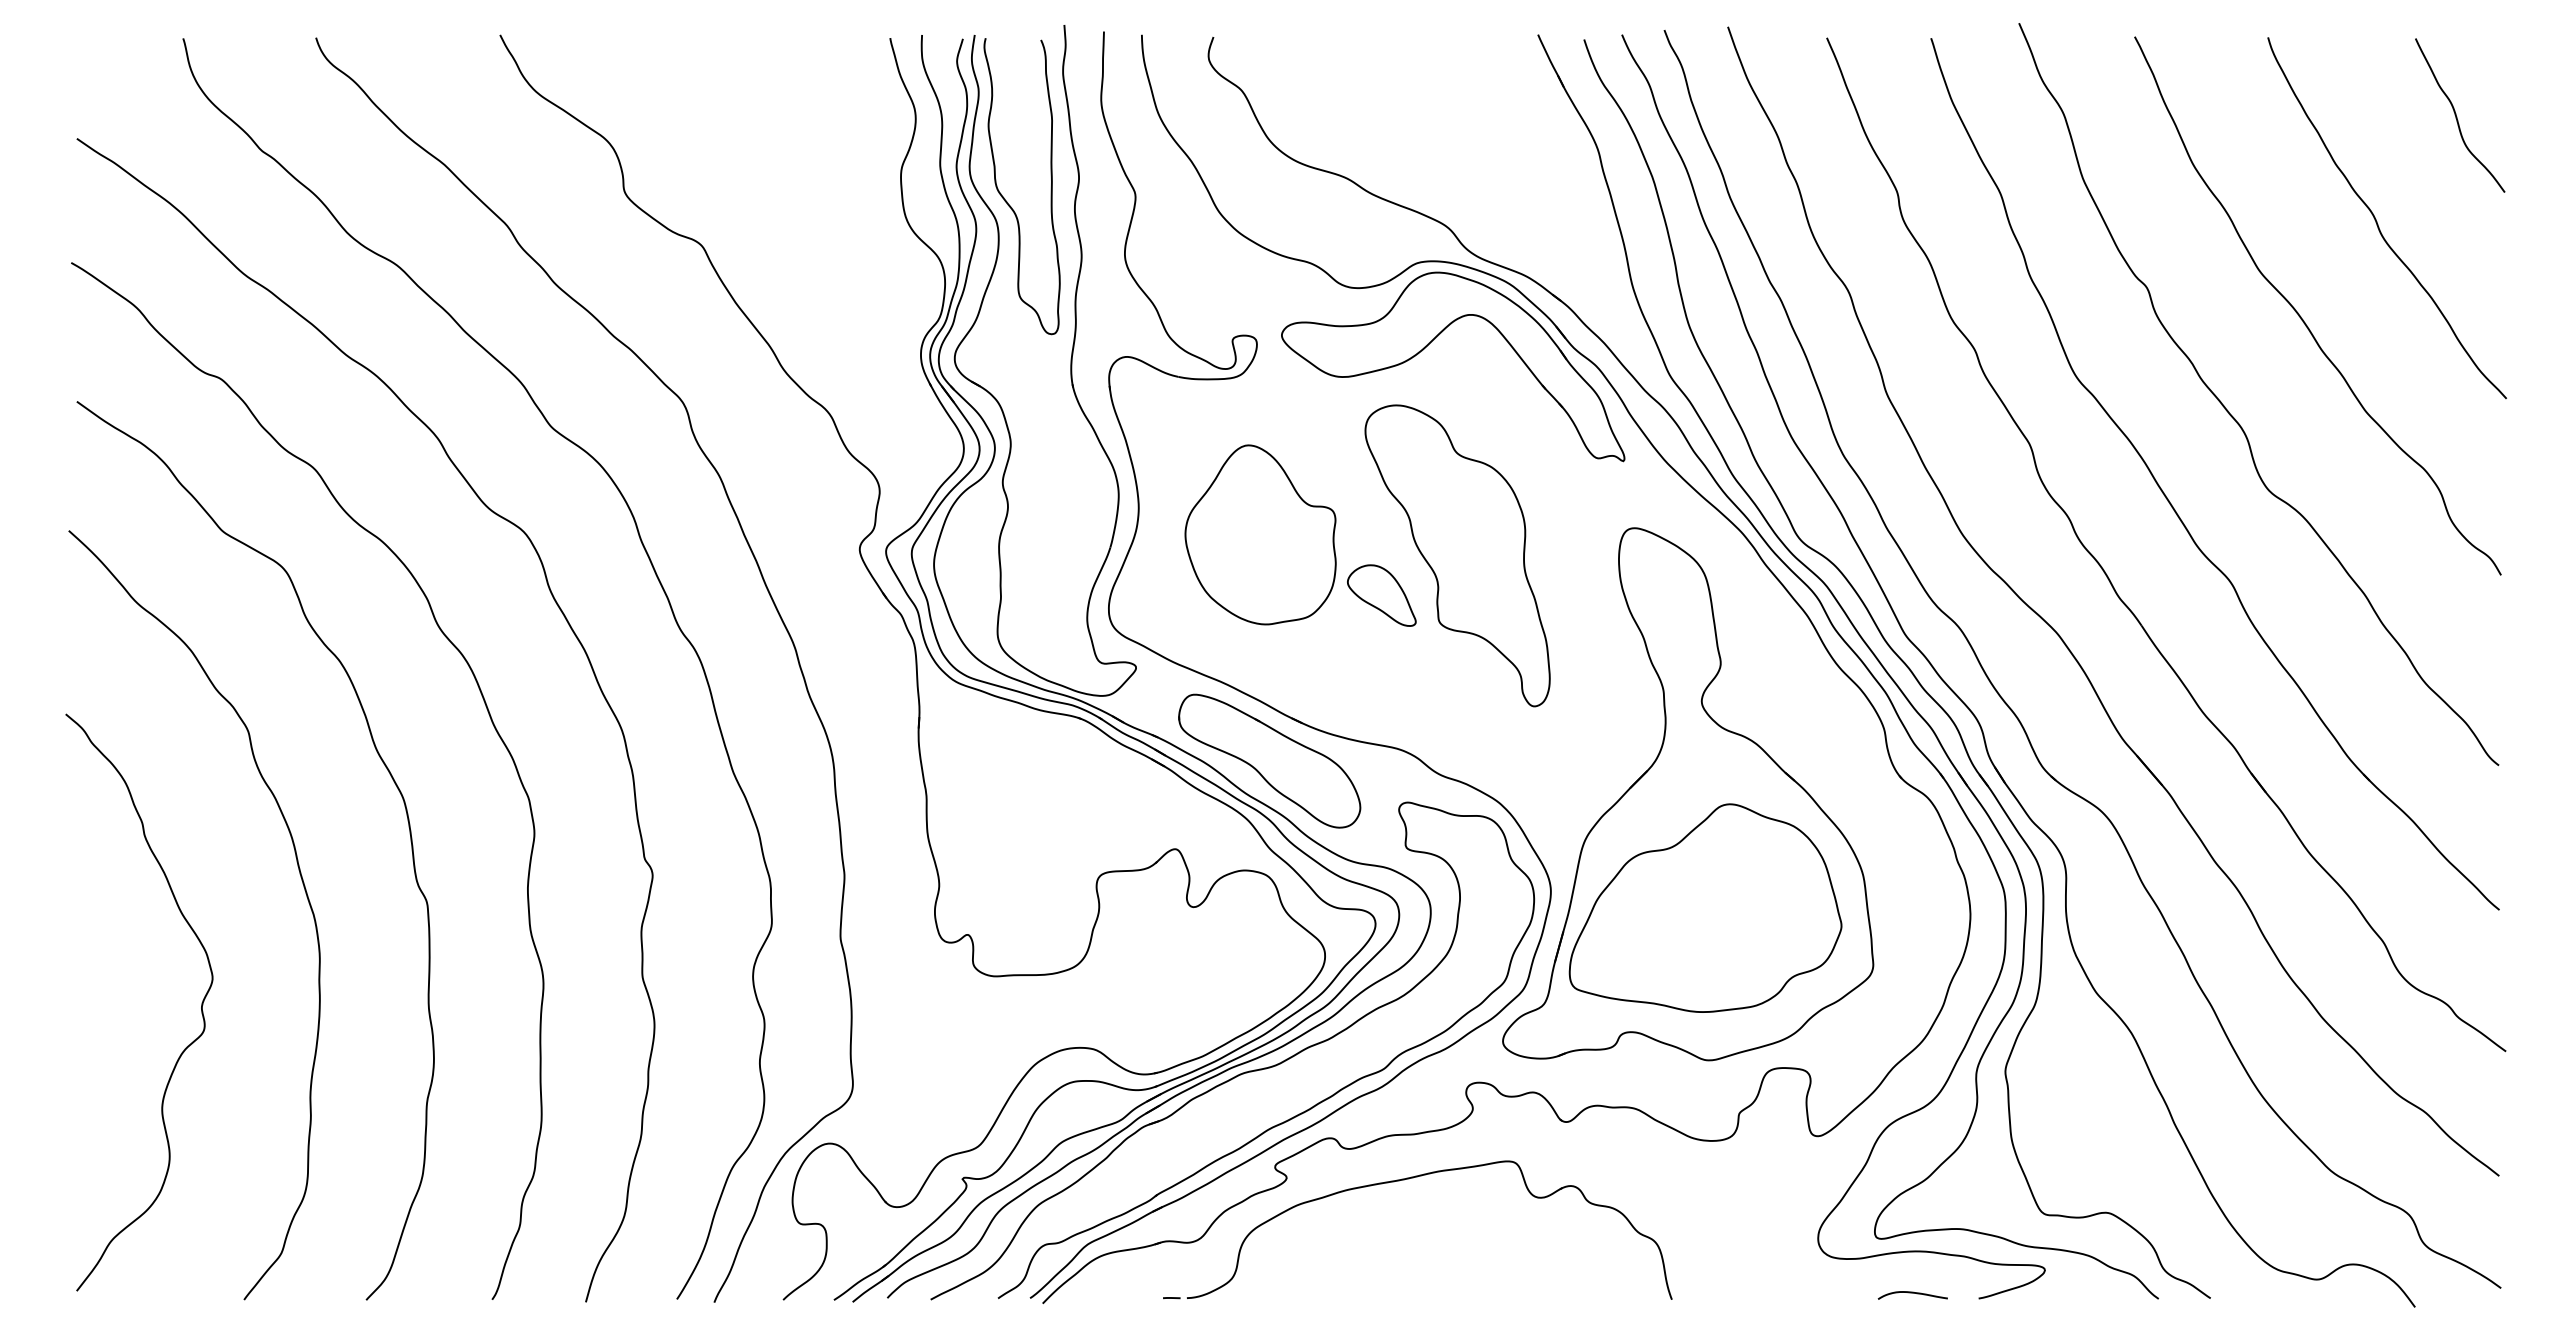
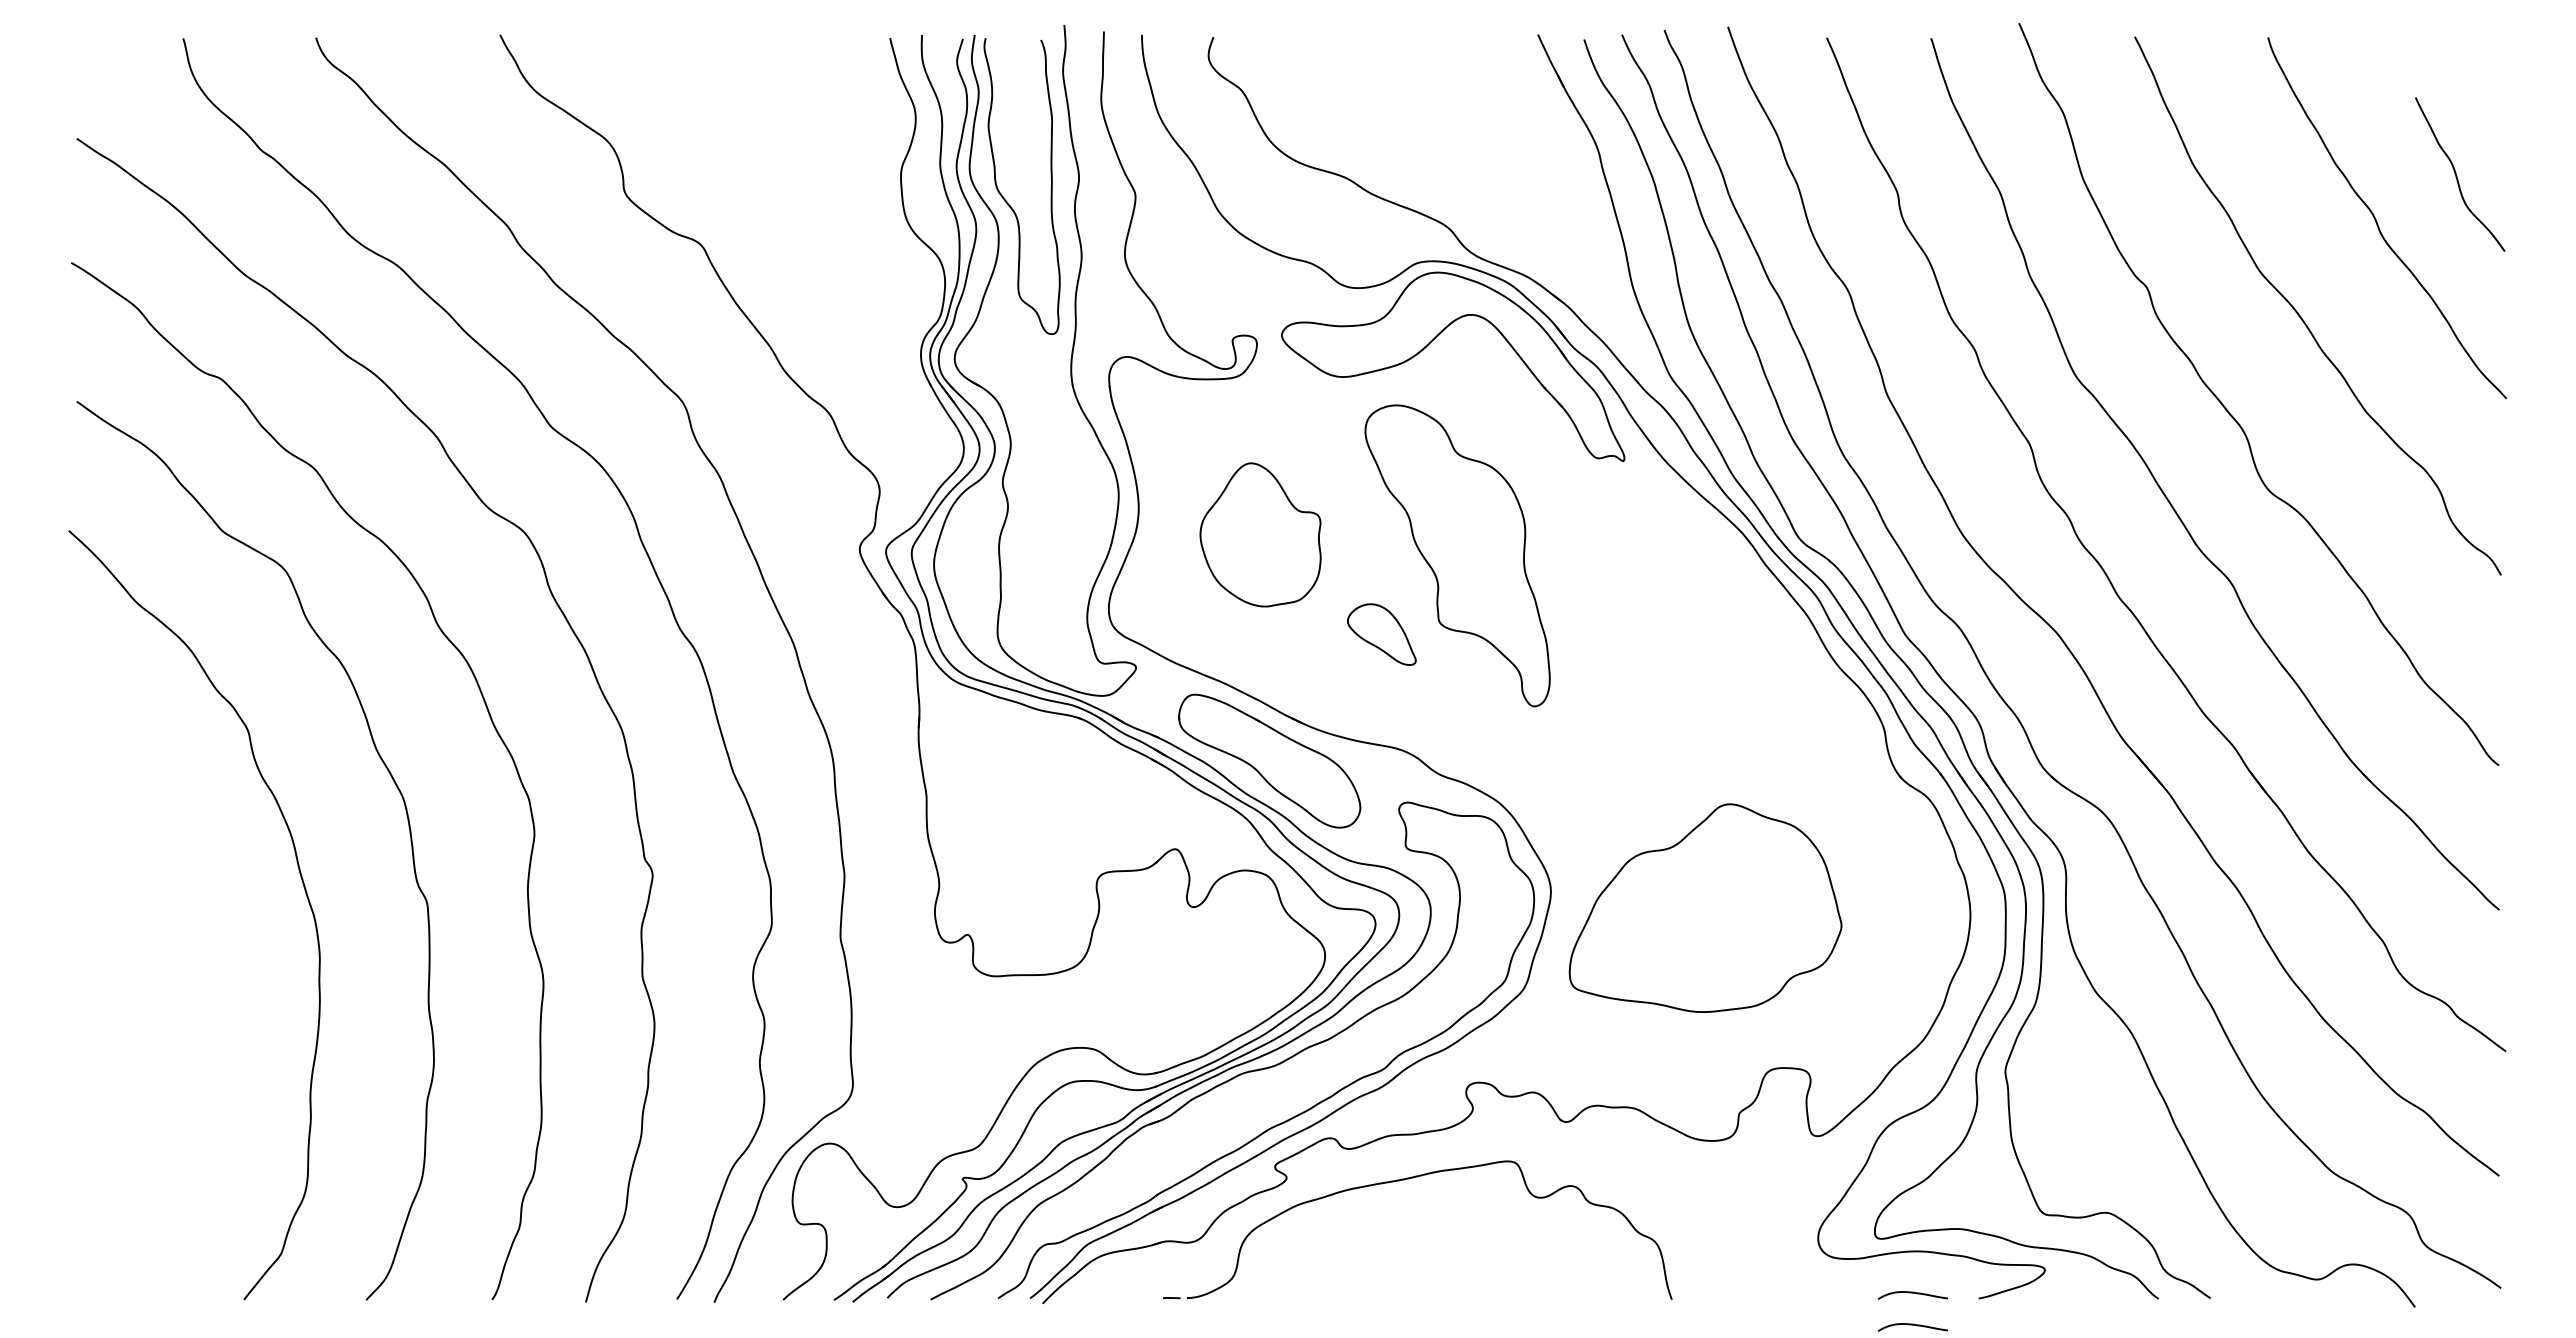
curve at (2457, 116) position: (2457, 116) -> (2457, 175)
part at (1260, 534) size: 153x182 px -> 123x146 px
part at (1381, 595) position: (1381, 595) -> (1381, 634)
part at (1688, 794): present -> none
curve at (201, 1003): present -> none
curve at (1912, 1325): none -> present
